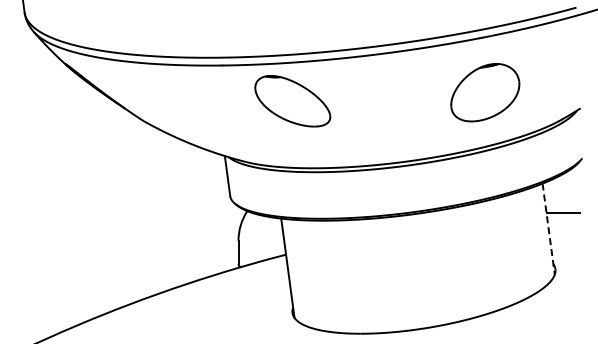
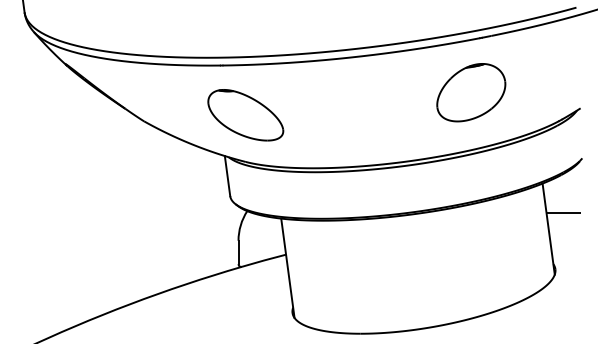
part at (485, 92) position: (485, 92) -> (471, 92)
part at (292, 101) position: (292, 101) -> (245, 115)
line at (548, 229): dashed -> solid
